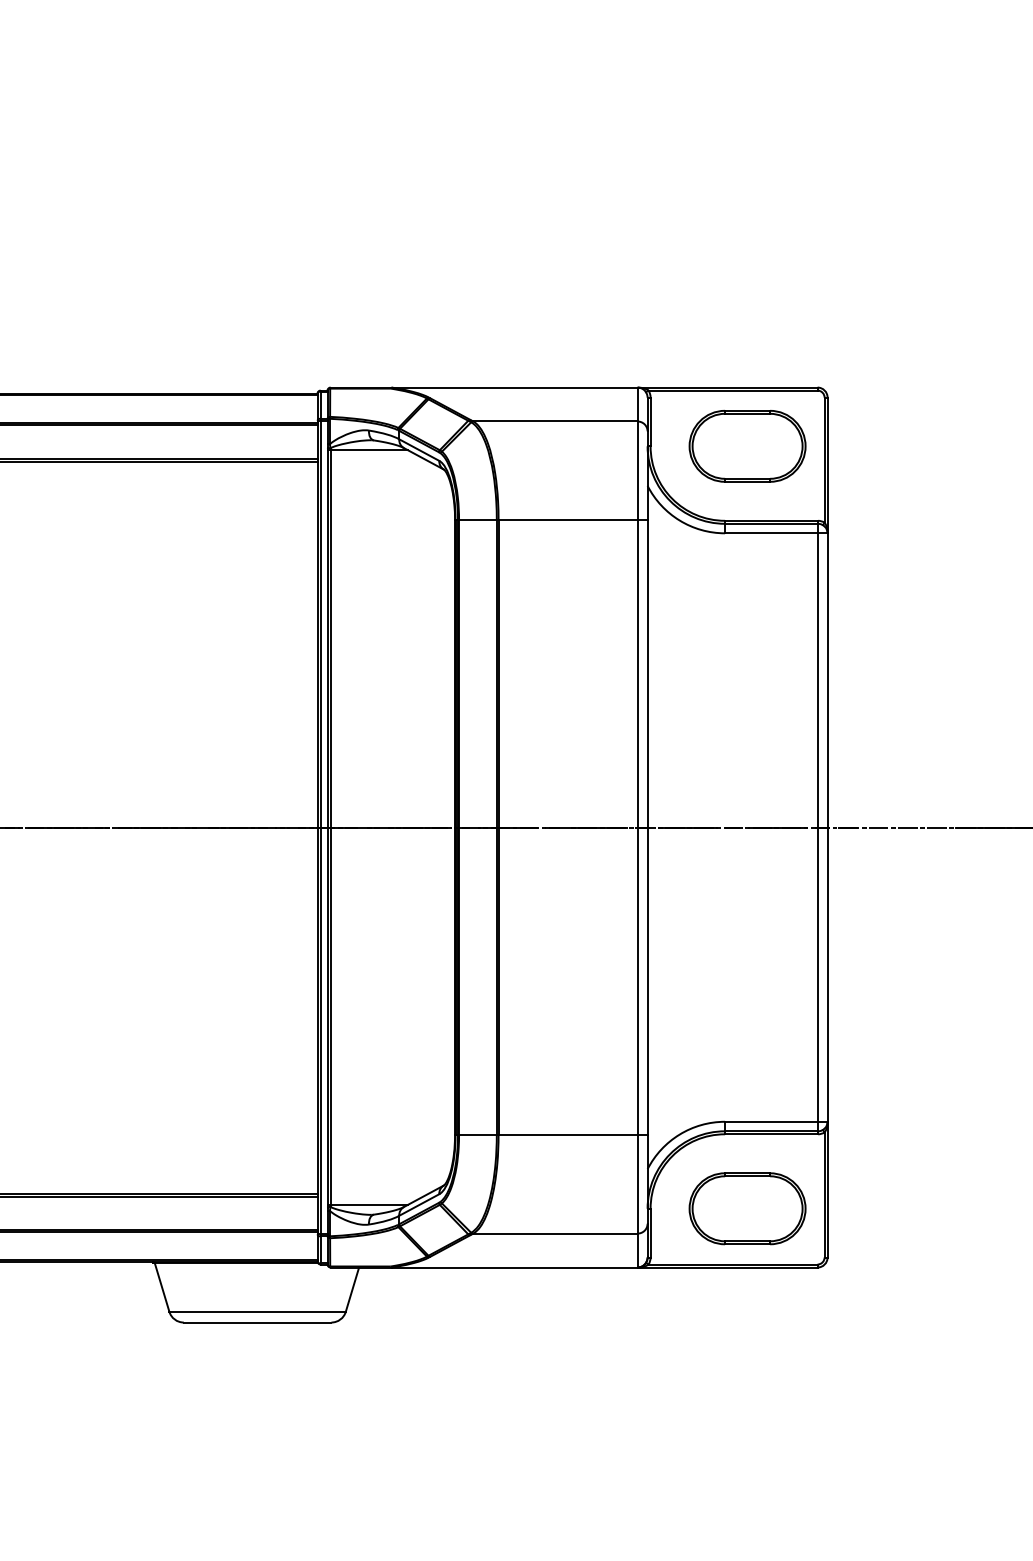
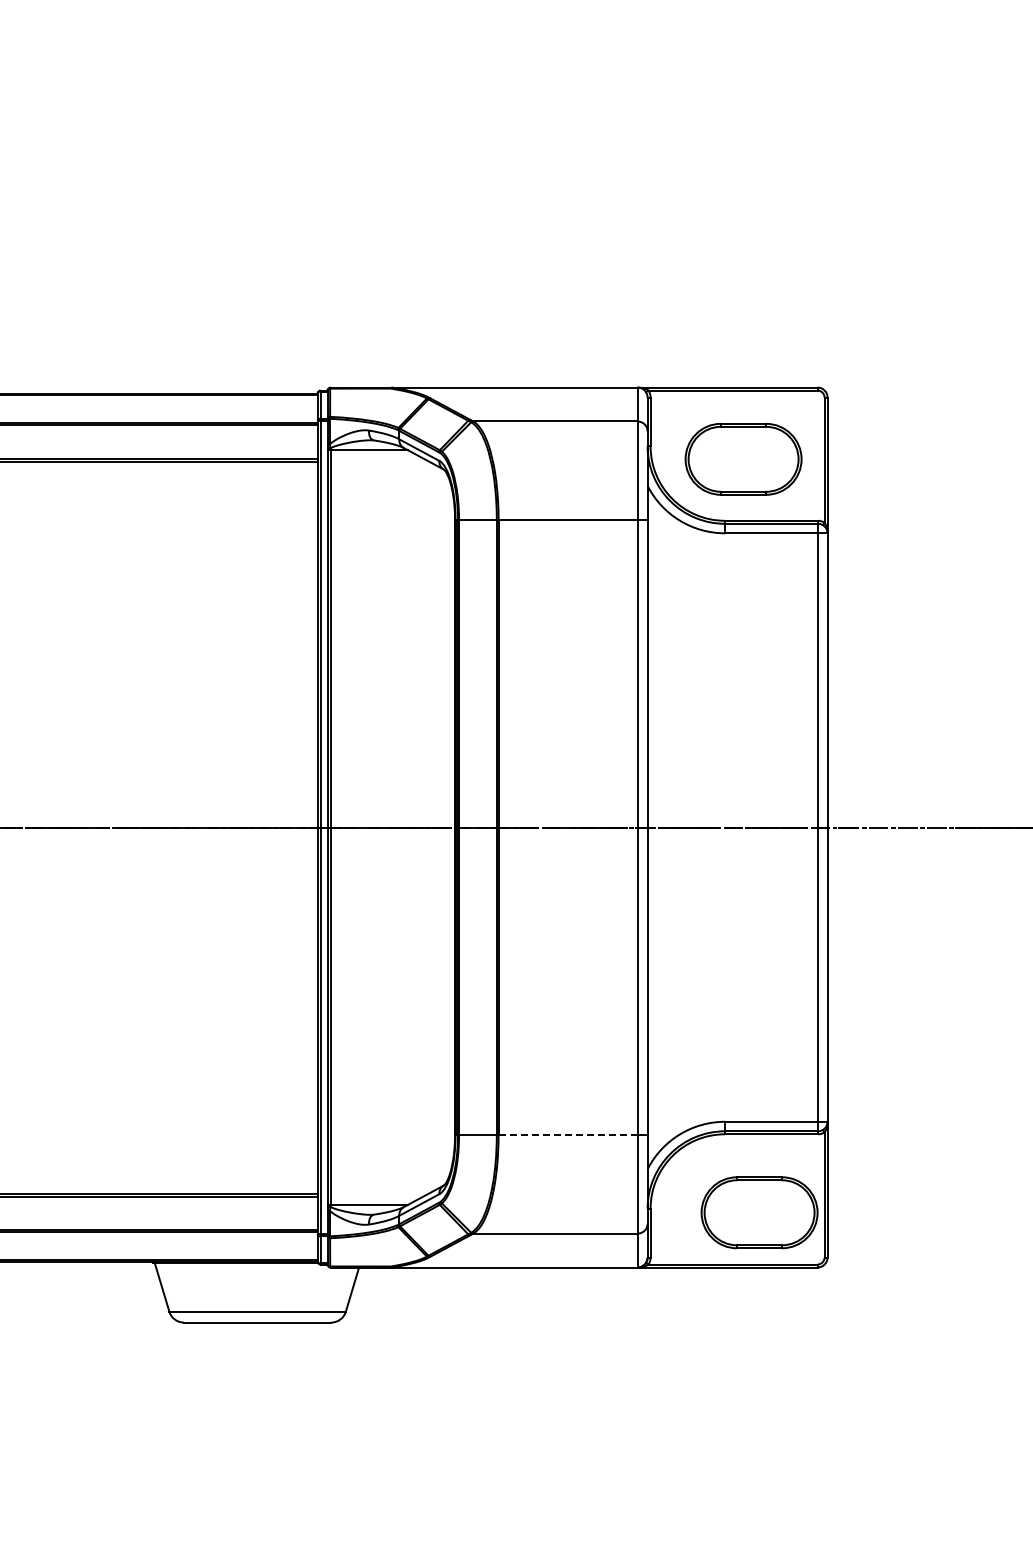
part at (747, 446) position: (747, 446) -> (743, 459)
line at (568, 1135): solid -> dashed
part at (747, 1208) position: (747, 1208) -> (759, 1212)
